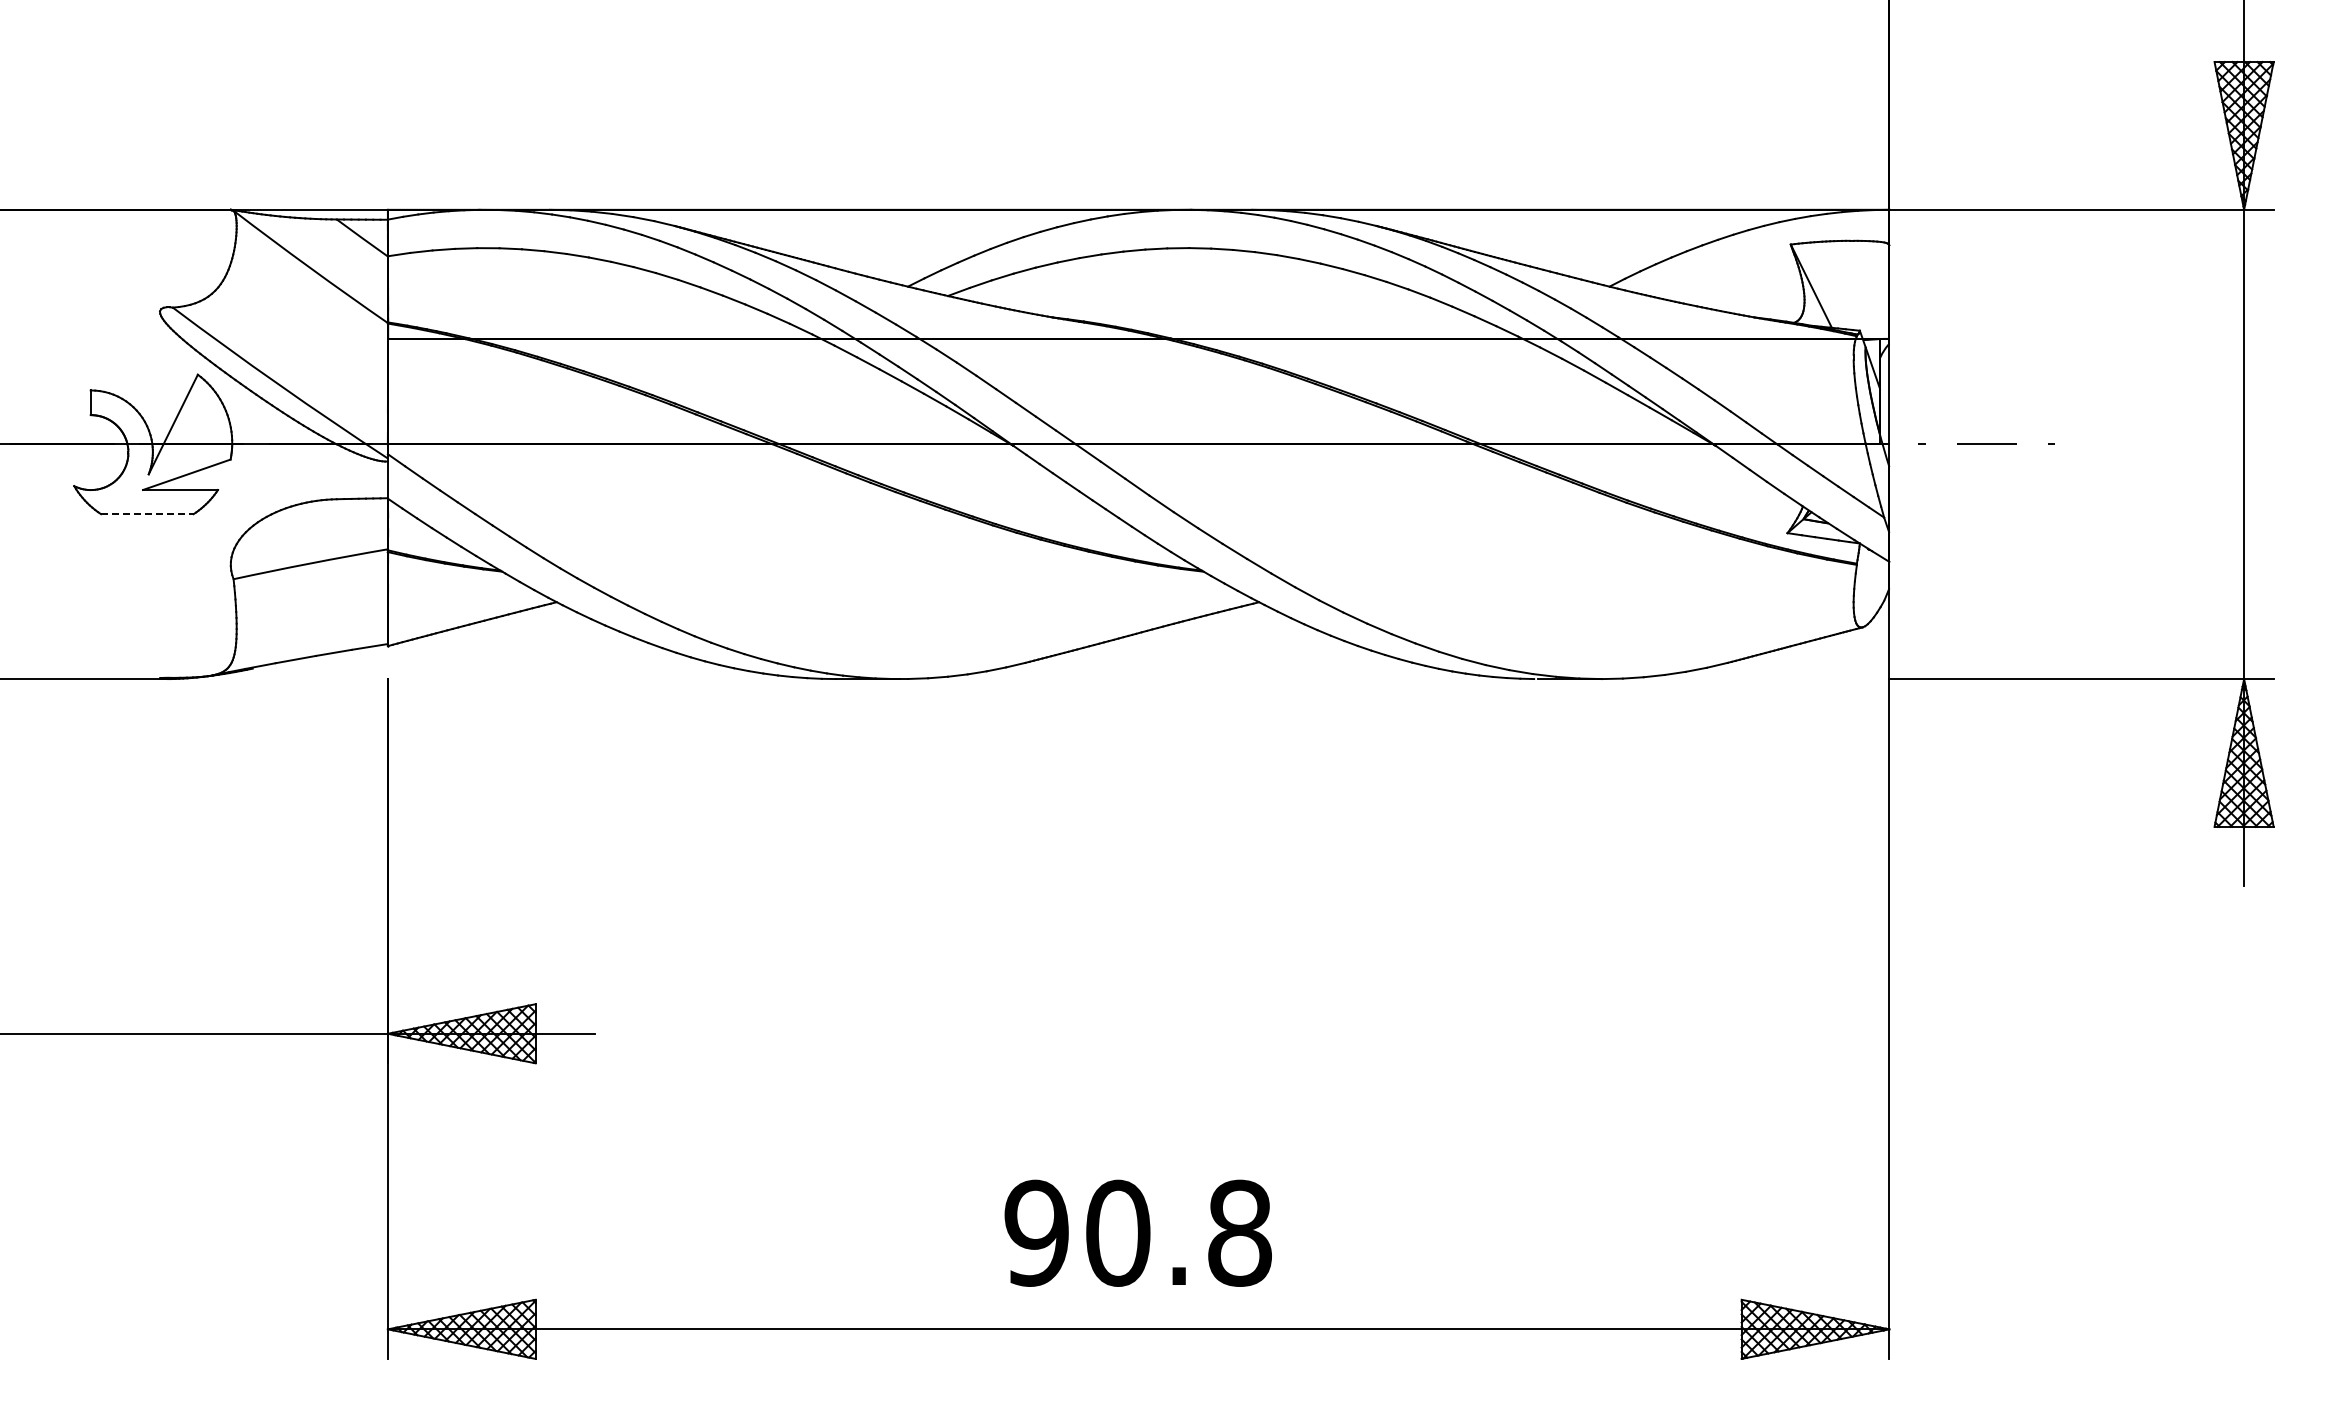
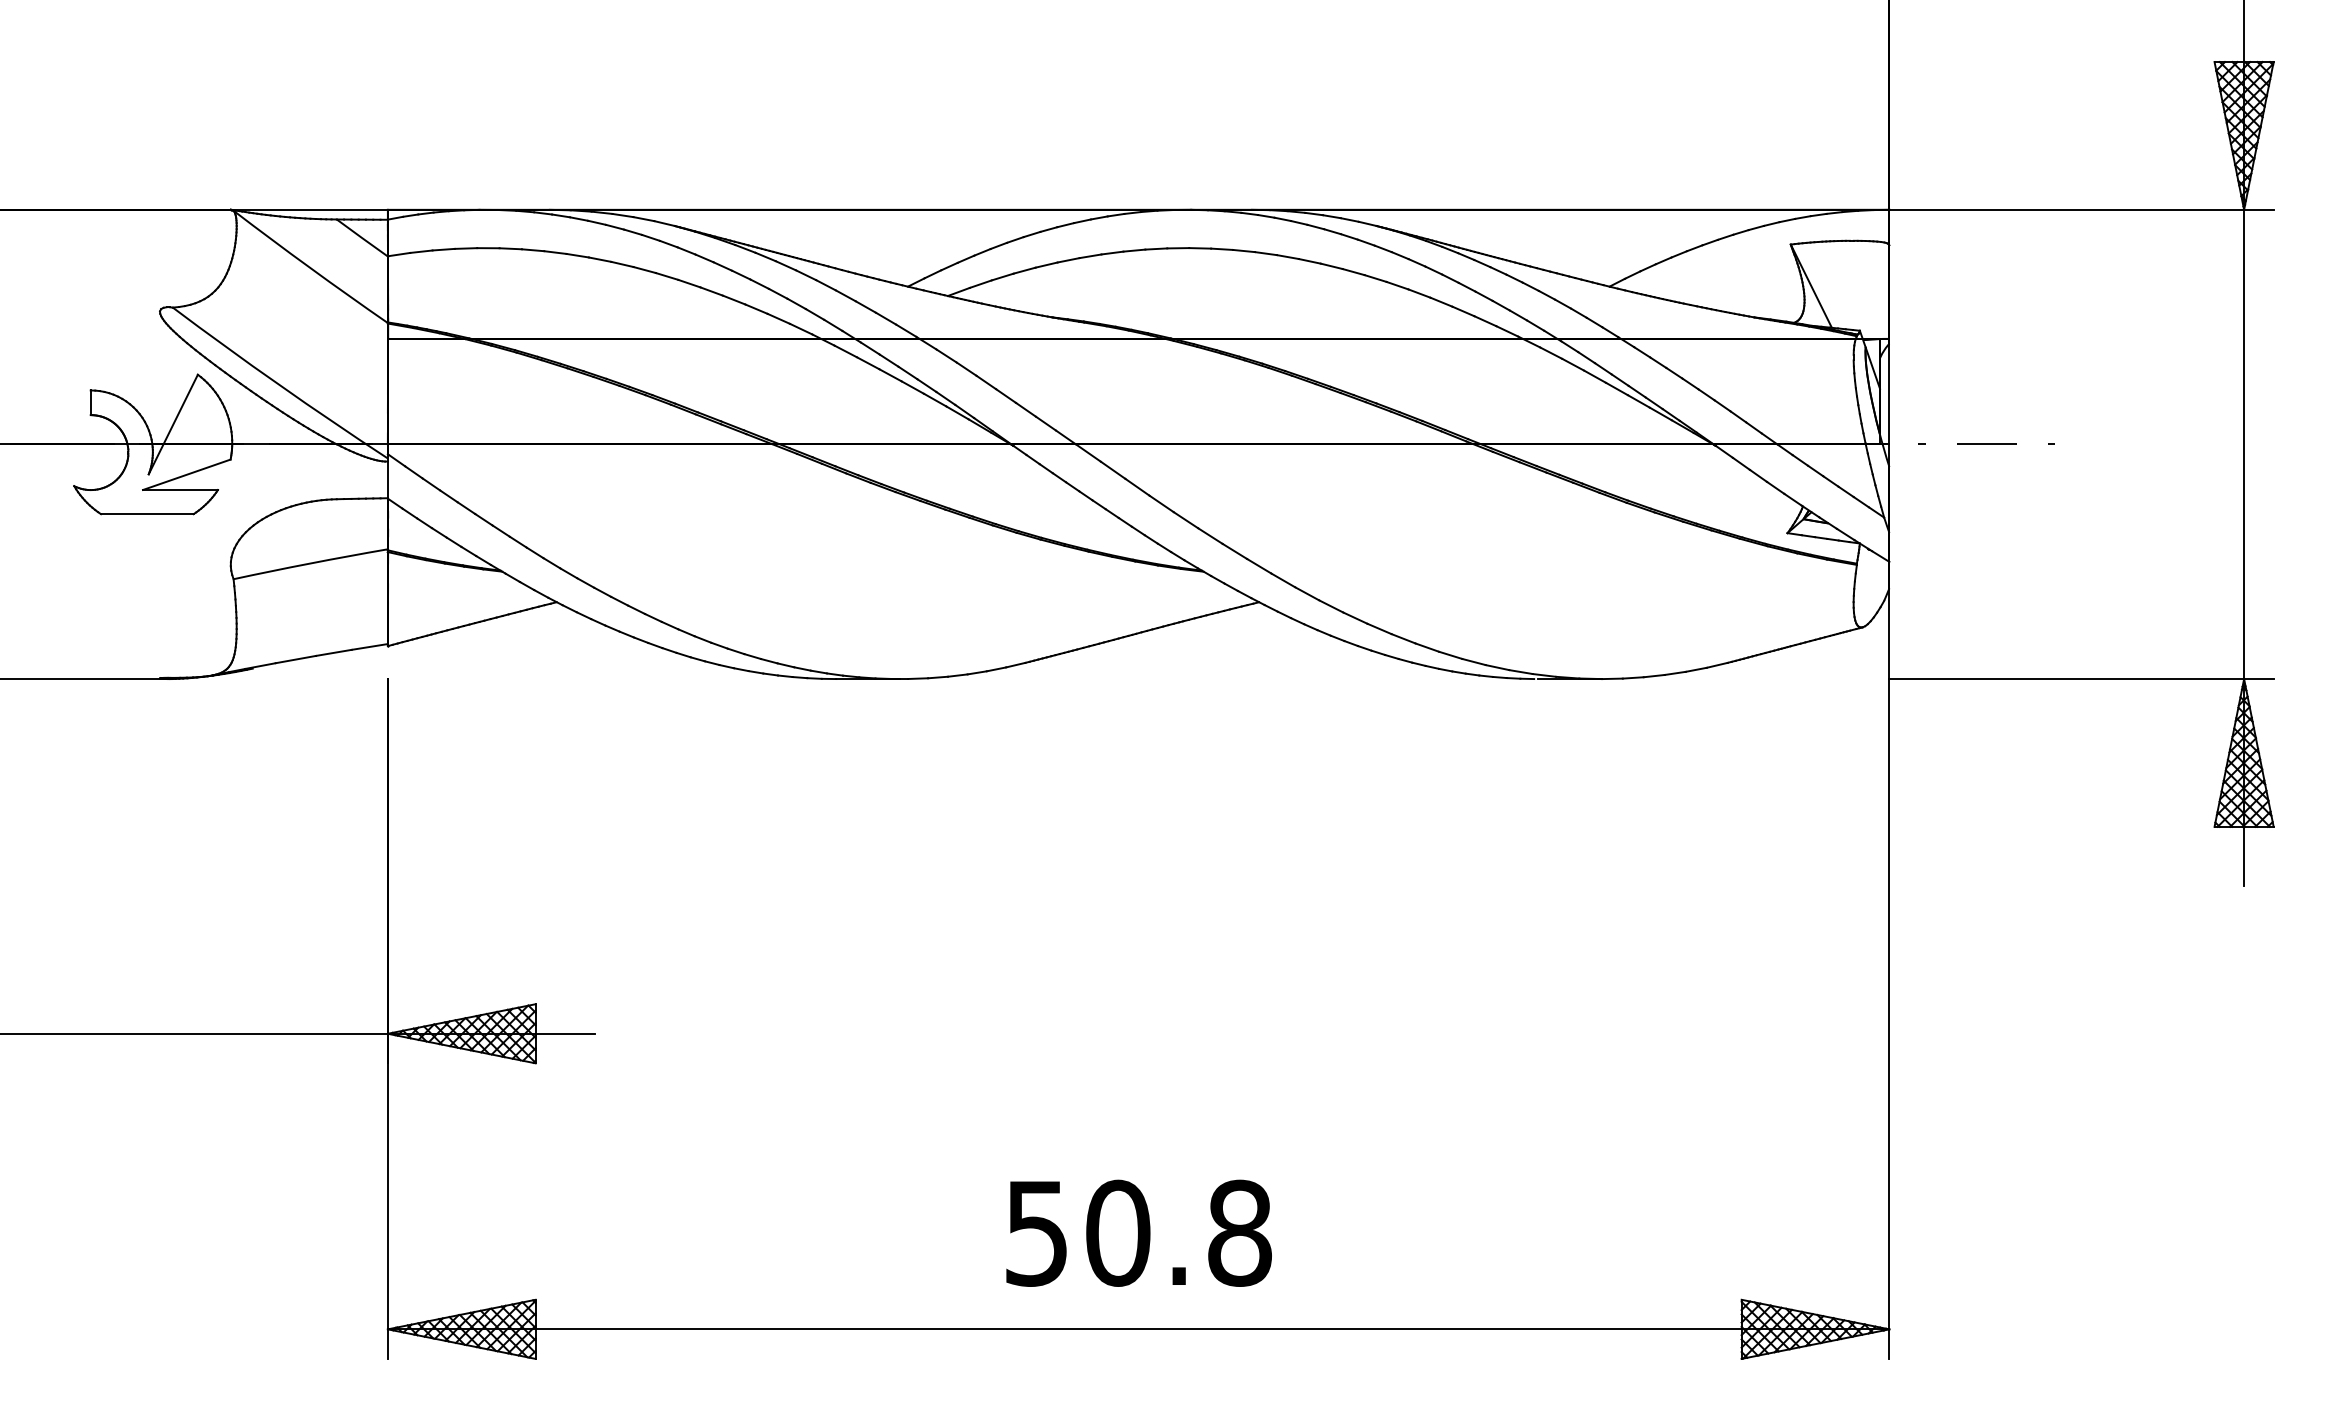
line at (147, 514): dashed -> solid
text at (1036, 1232): 90.8 -> 50.8
